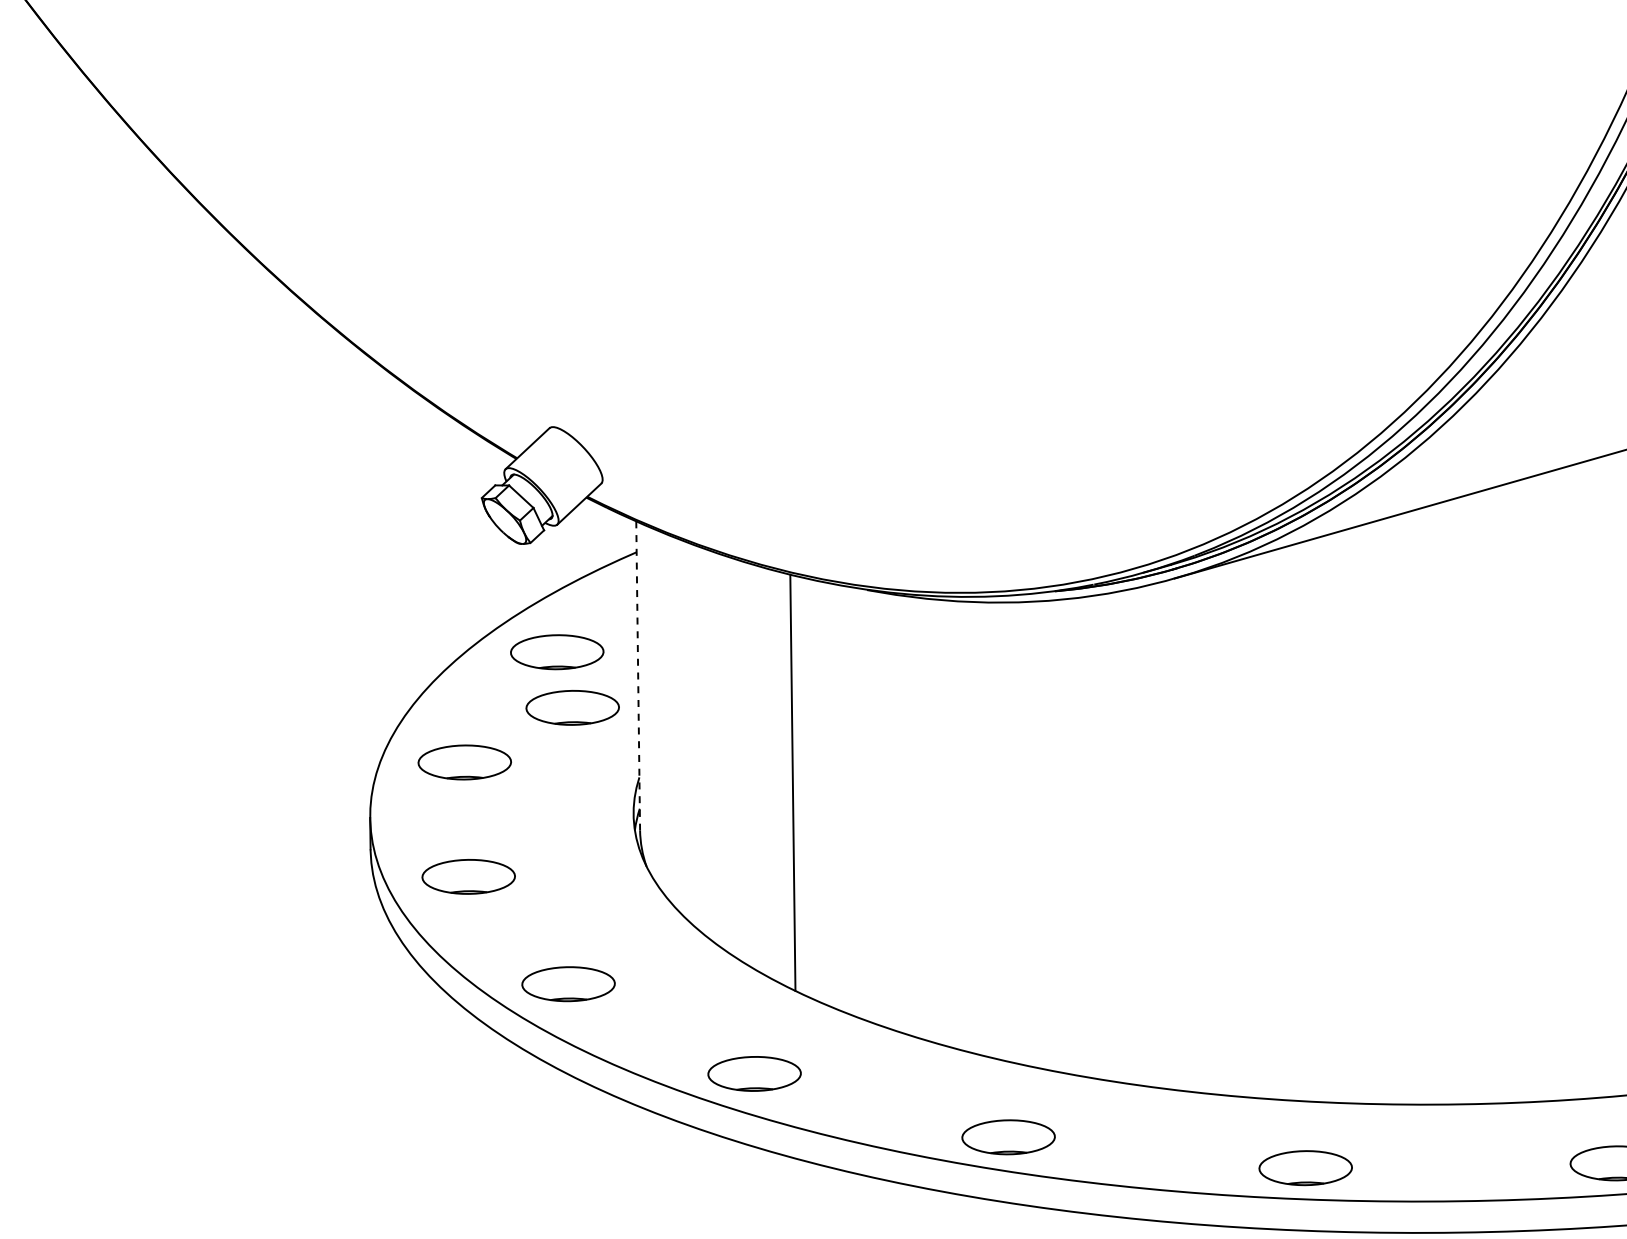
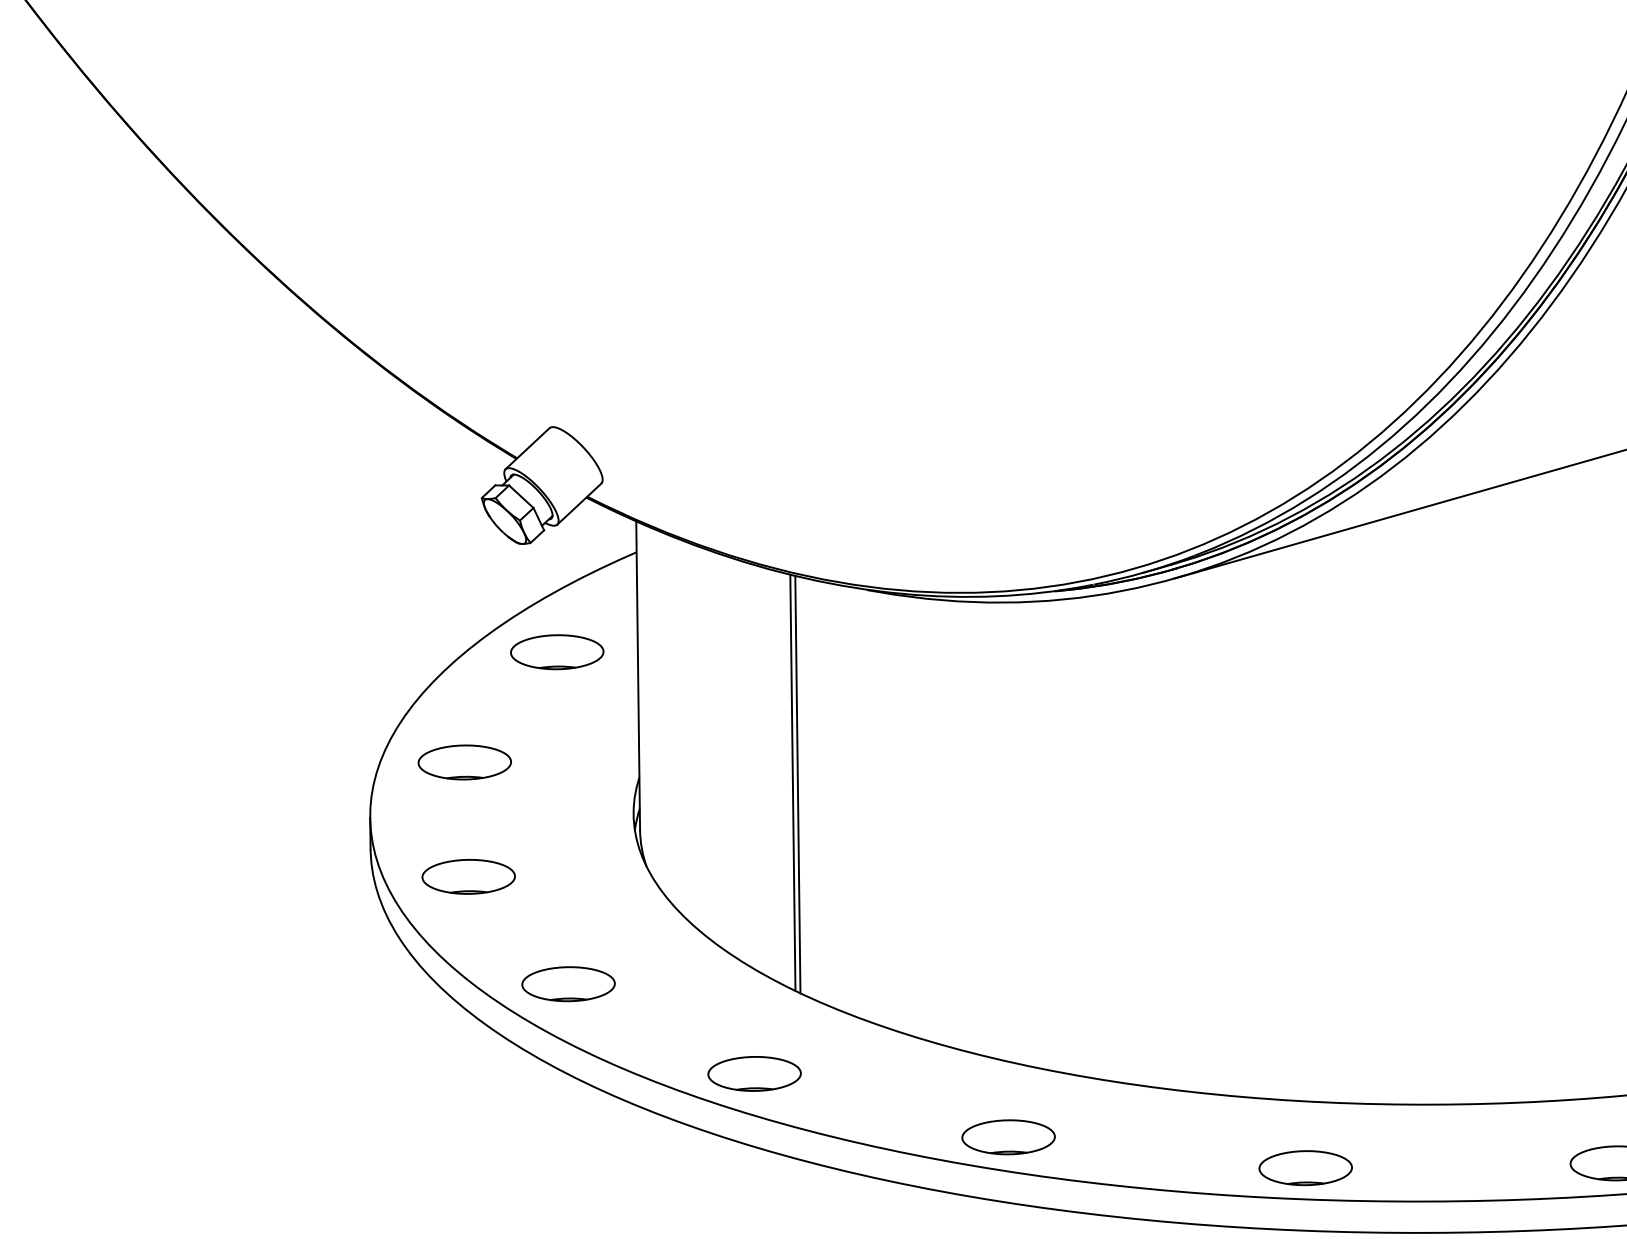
line at (638, 675): dashed -> solid
part at (572, 707): present -> none
line at (797, 784): none -> present
